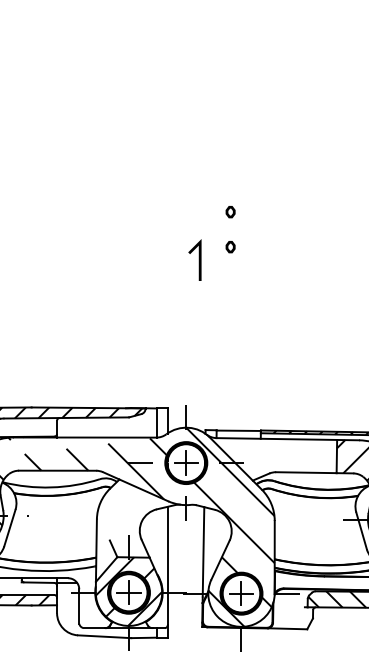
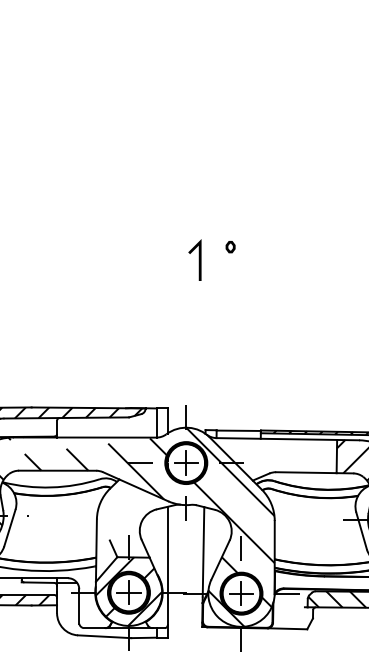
part at (230, 212): present -> none
line at (241, 547): none -> present
